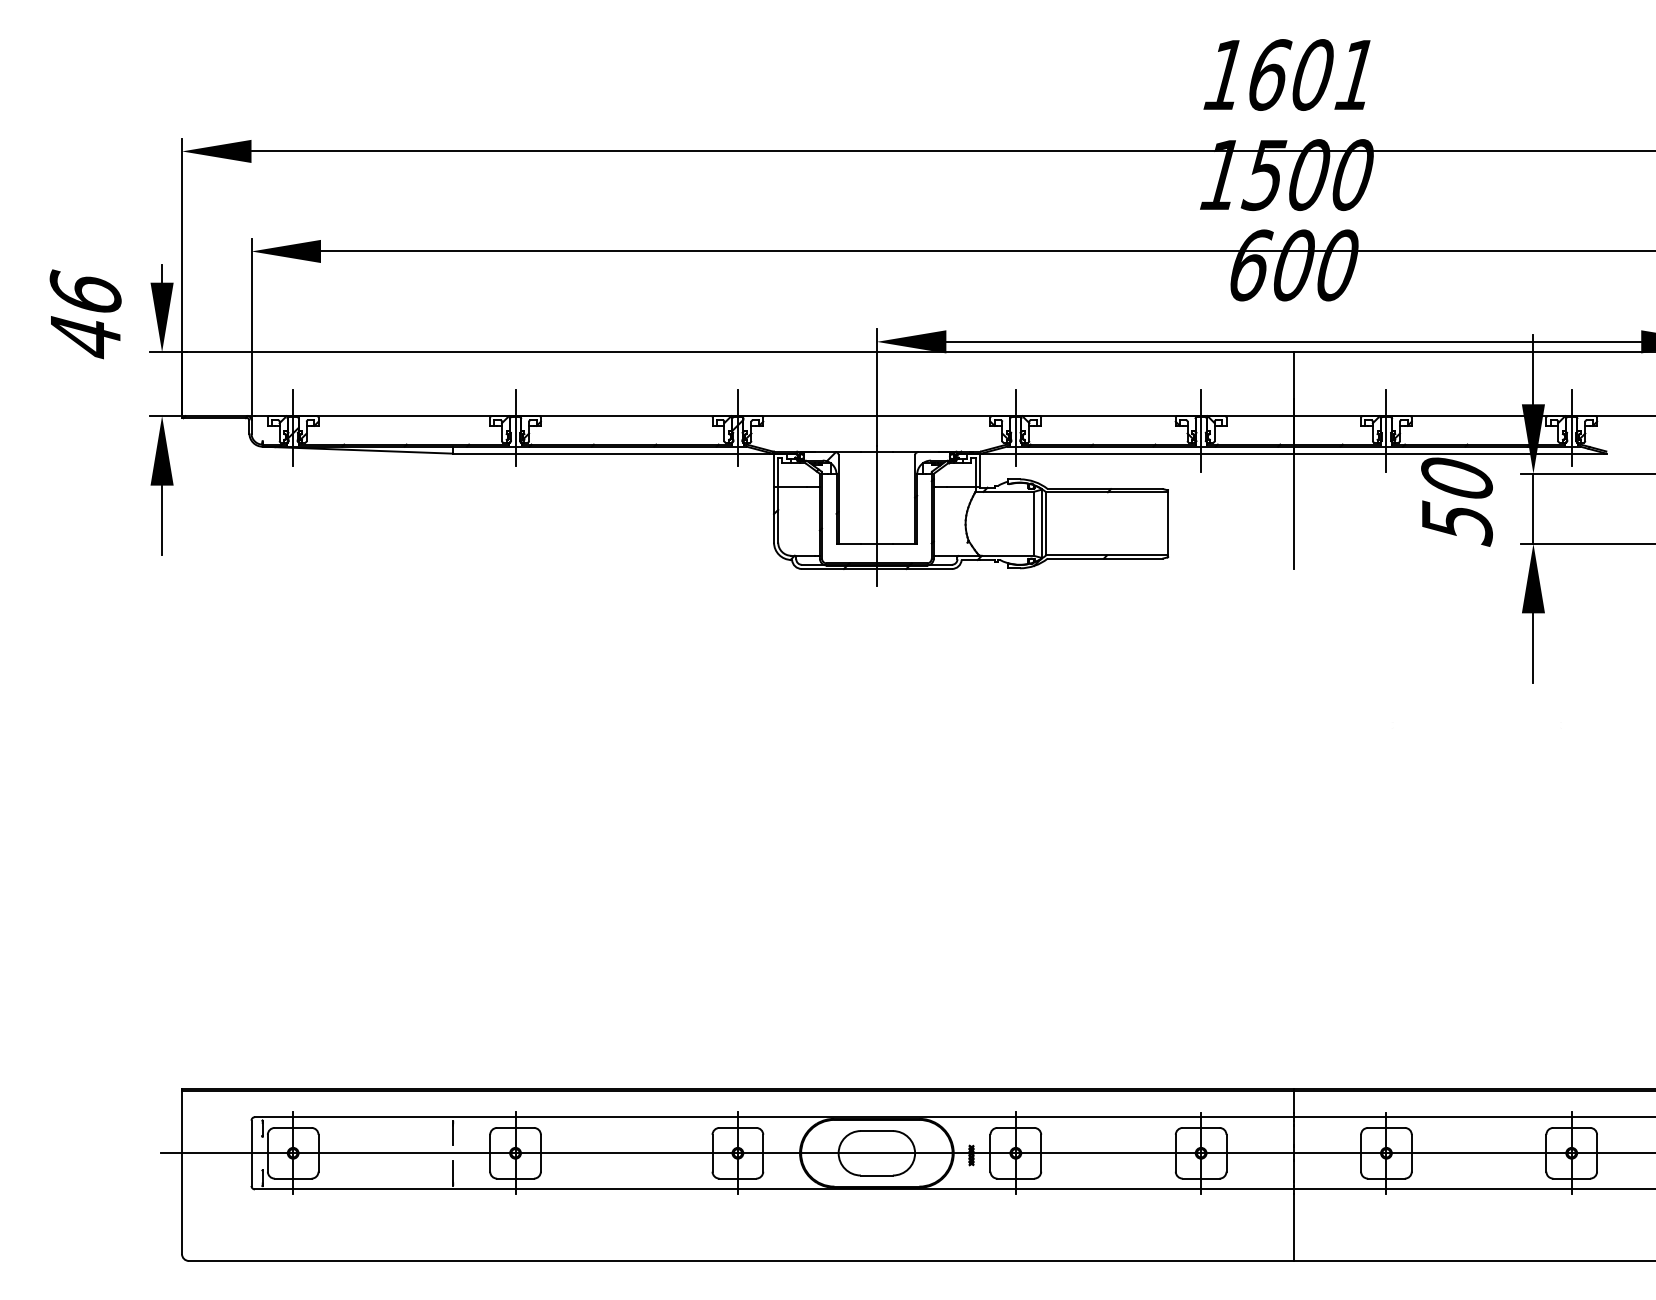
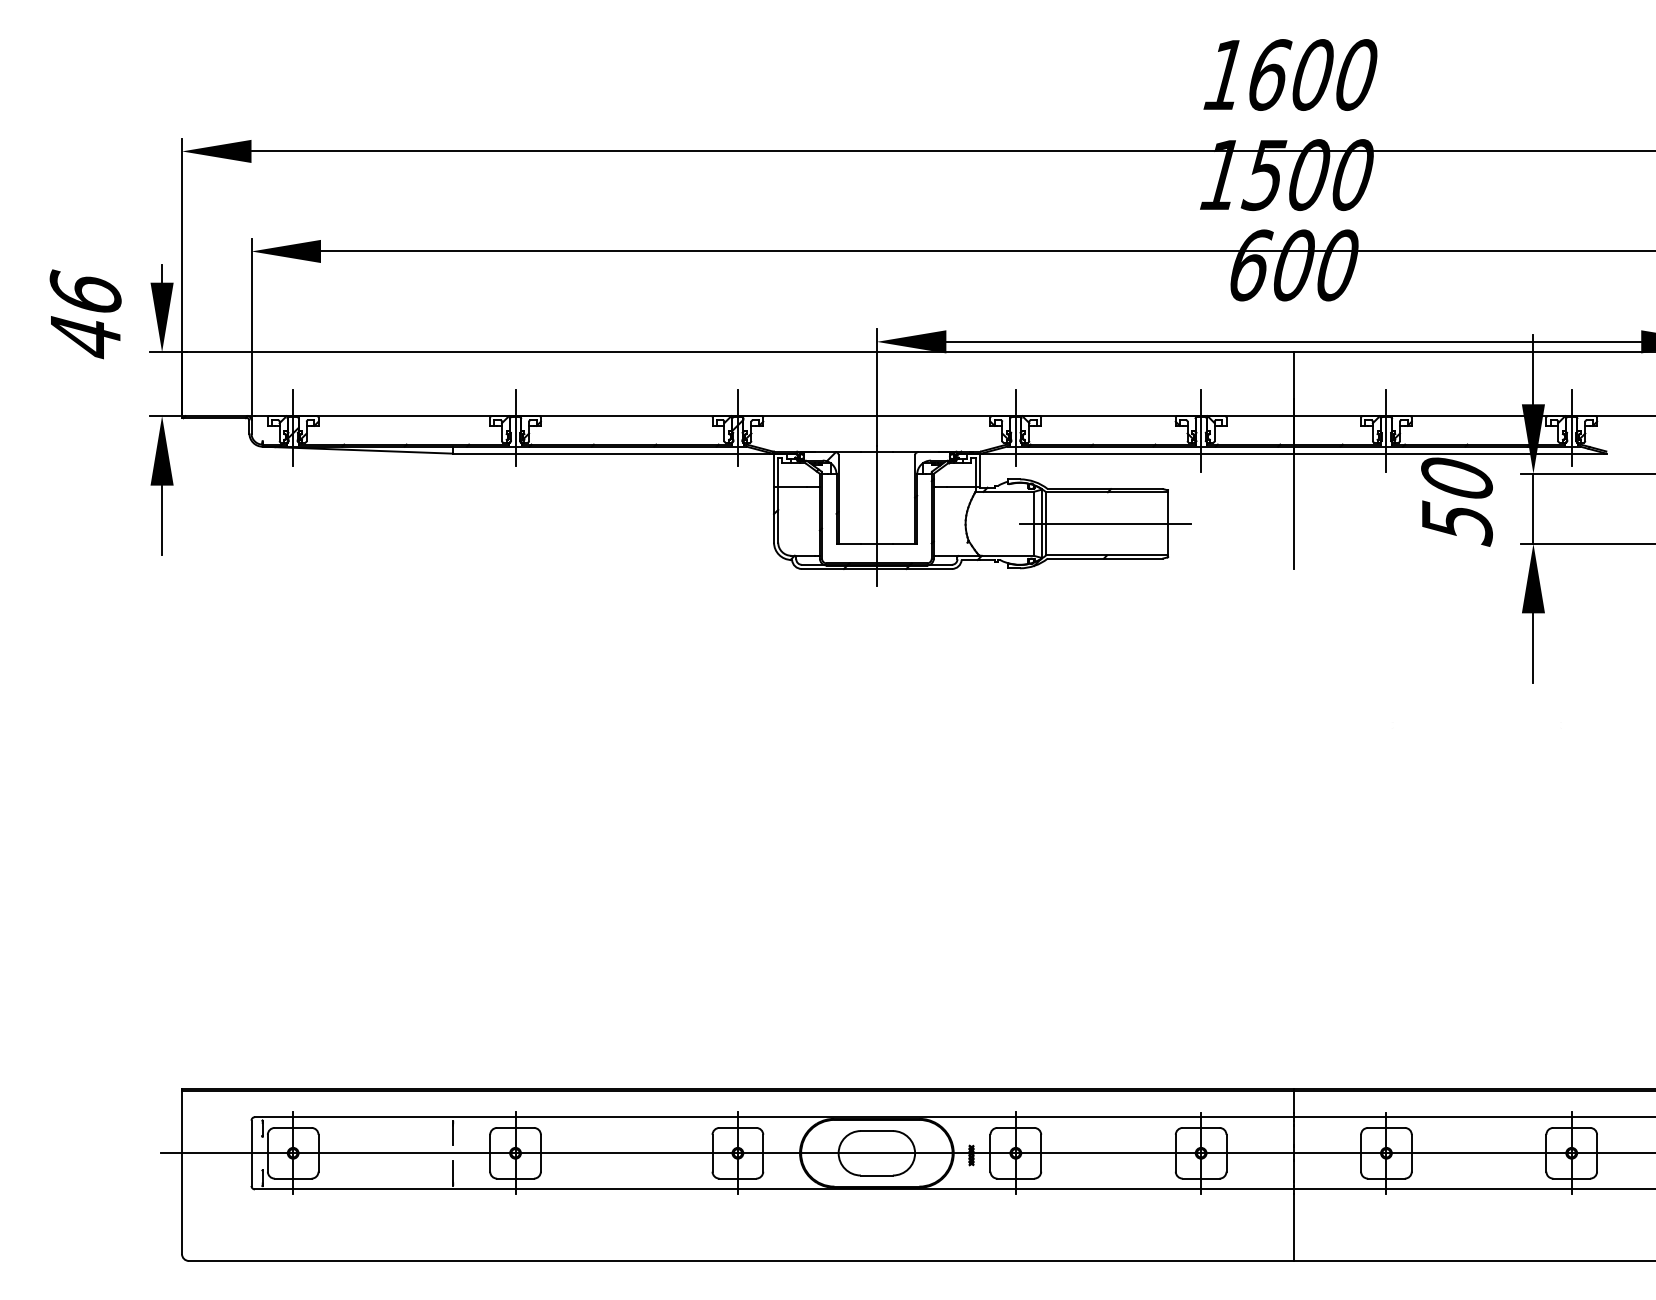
text at (1355, 74): 1601 -> 1600
line at (1104, 523): none -> present
